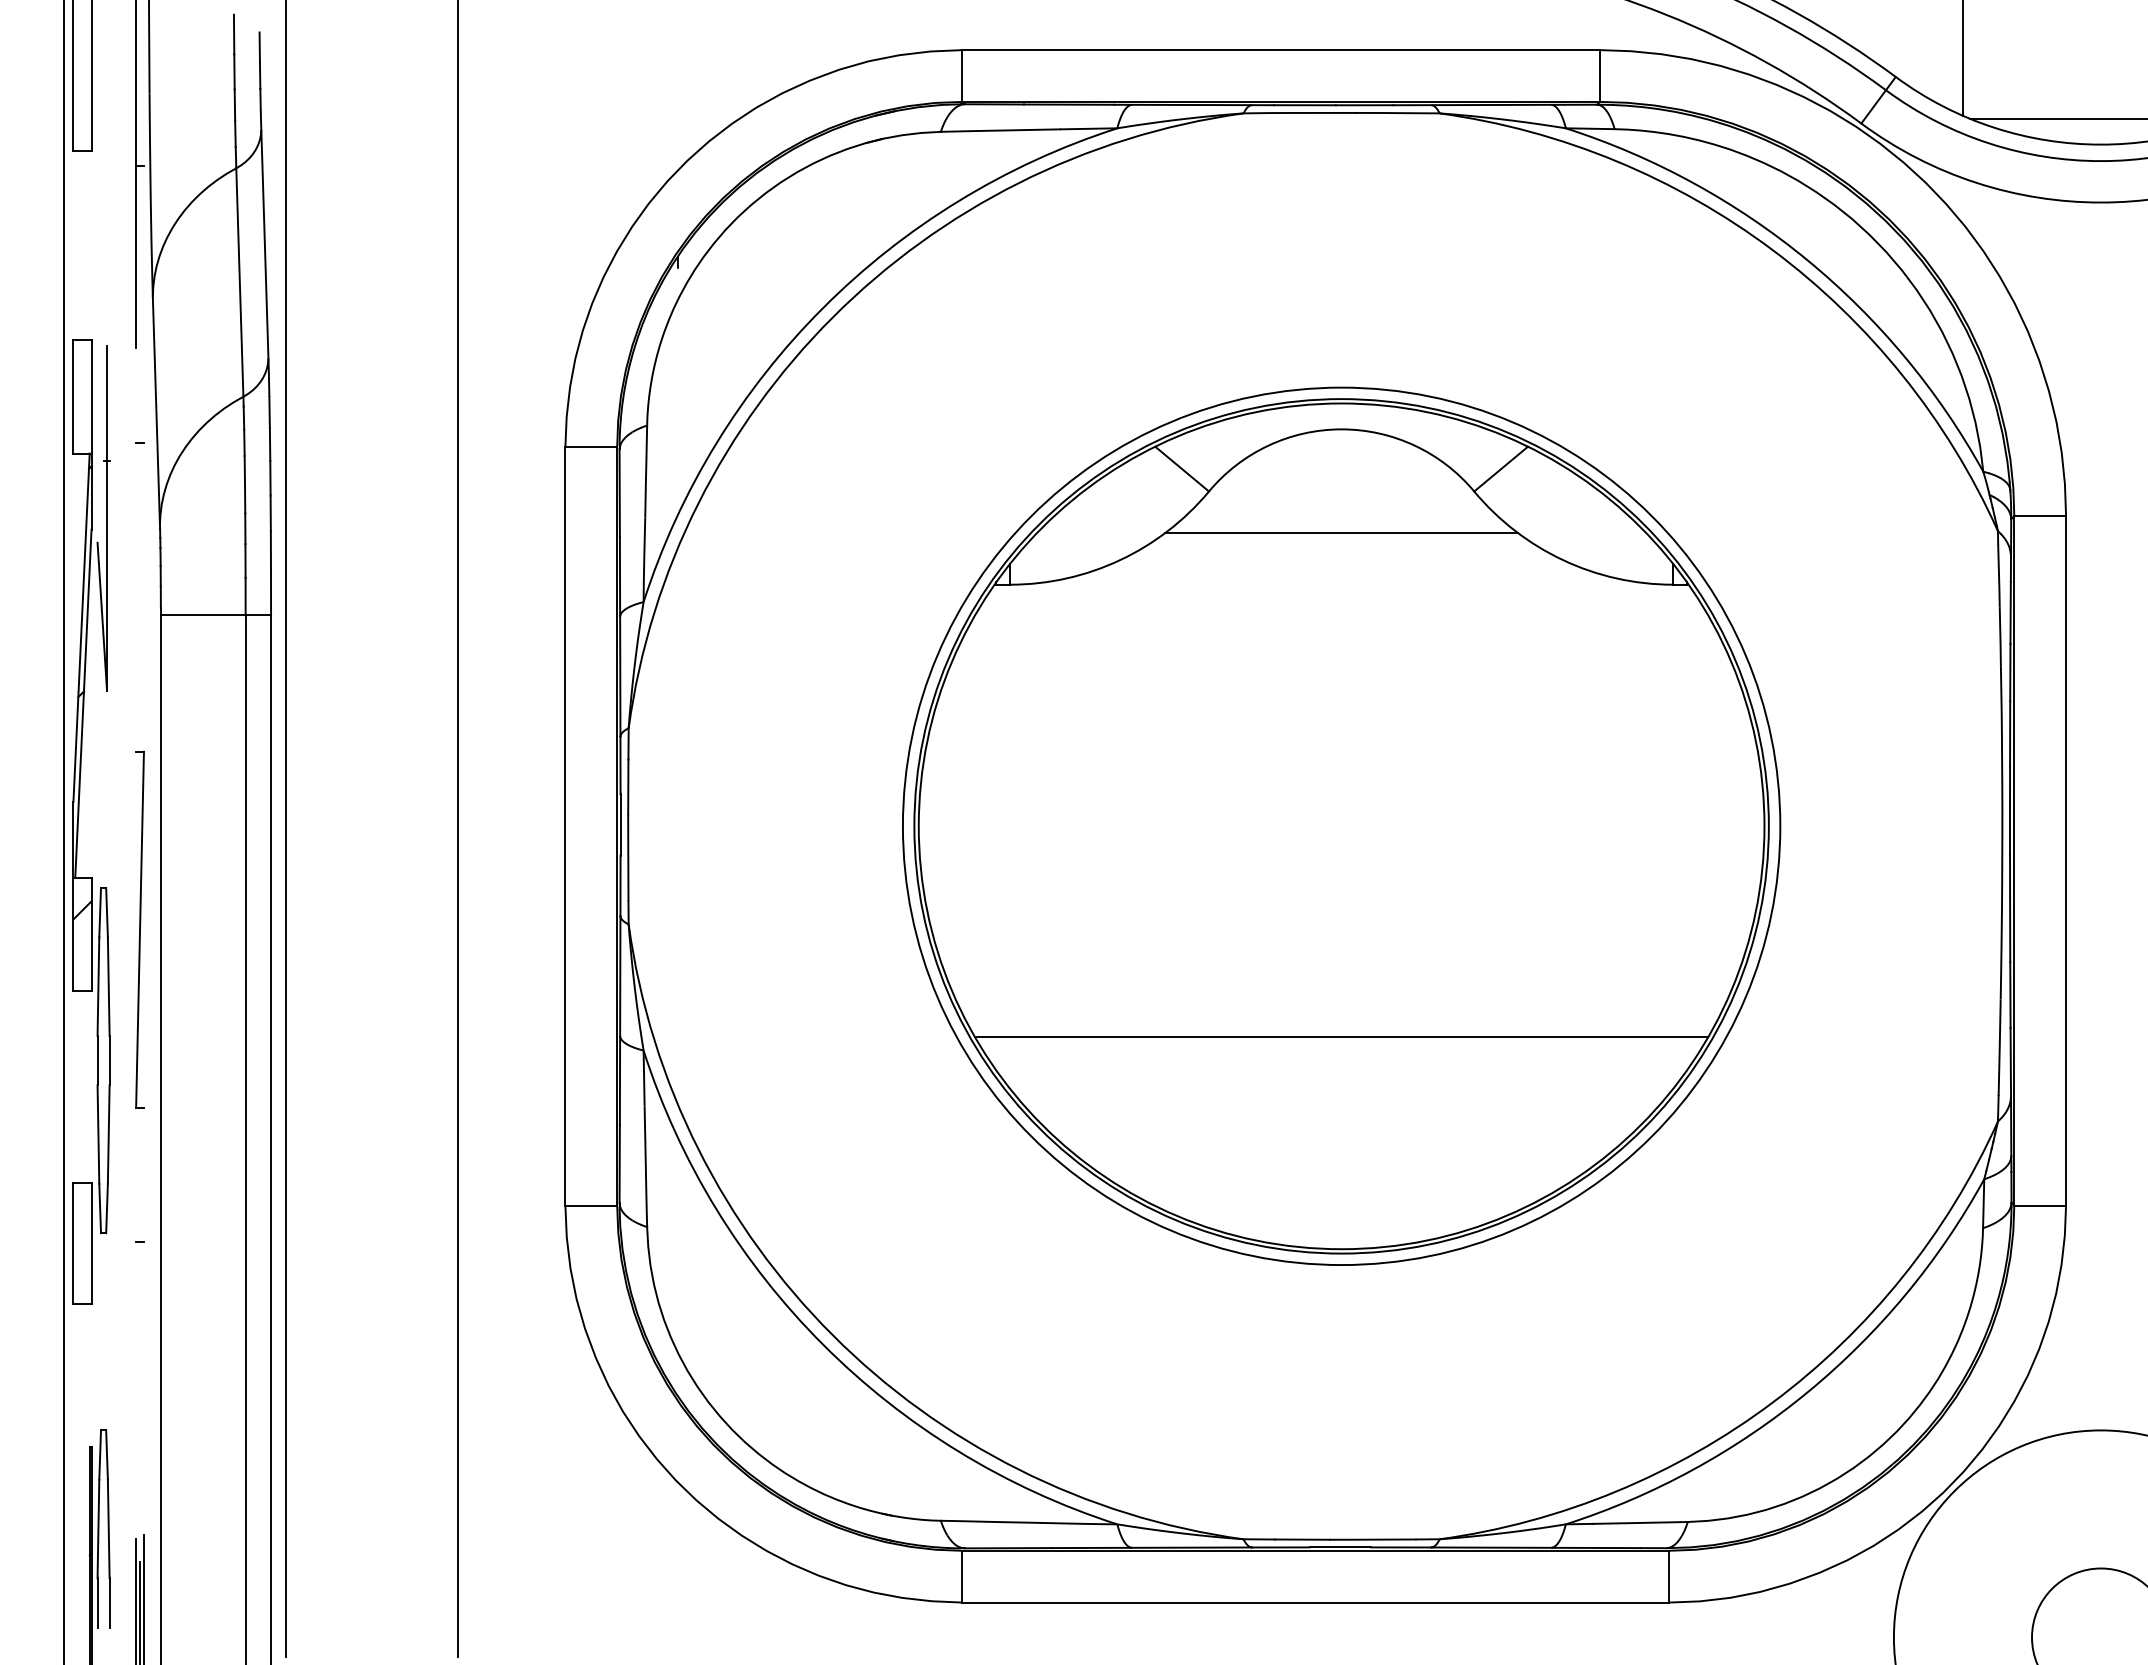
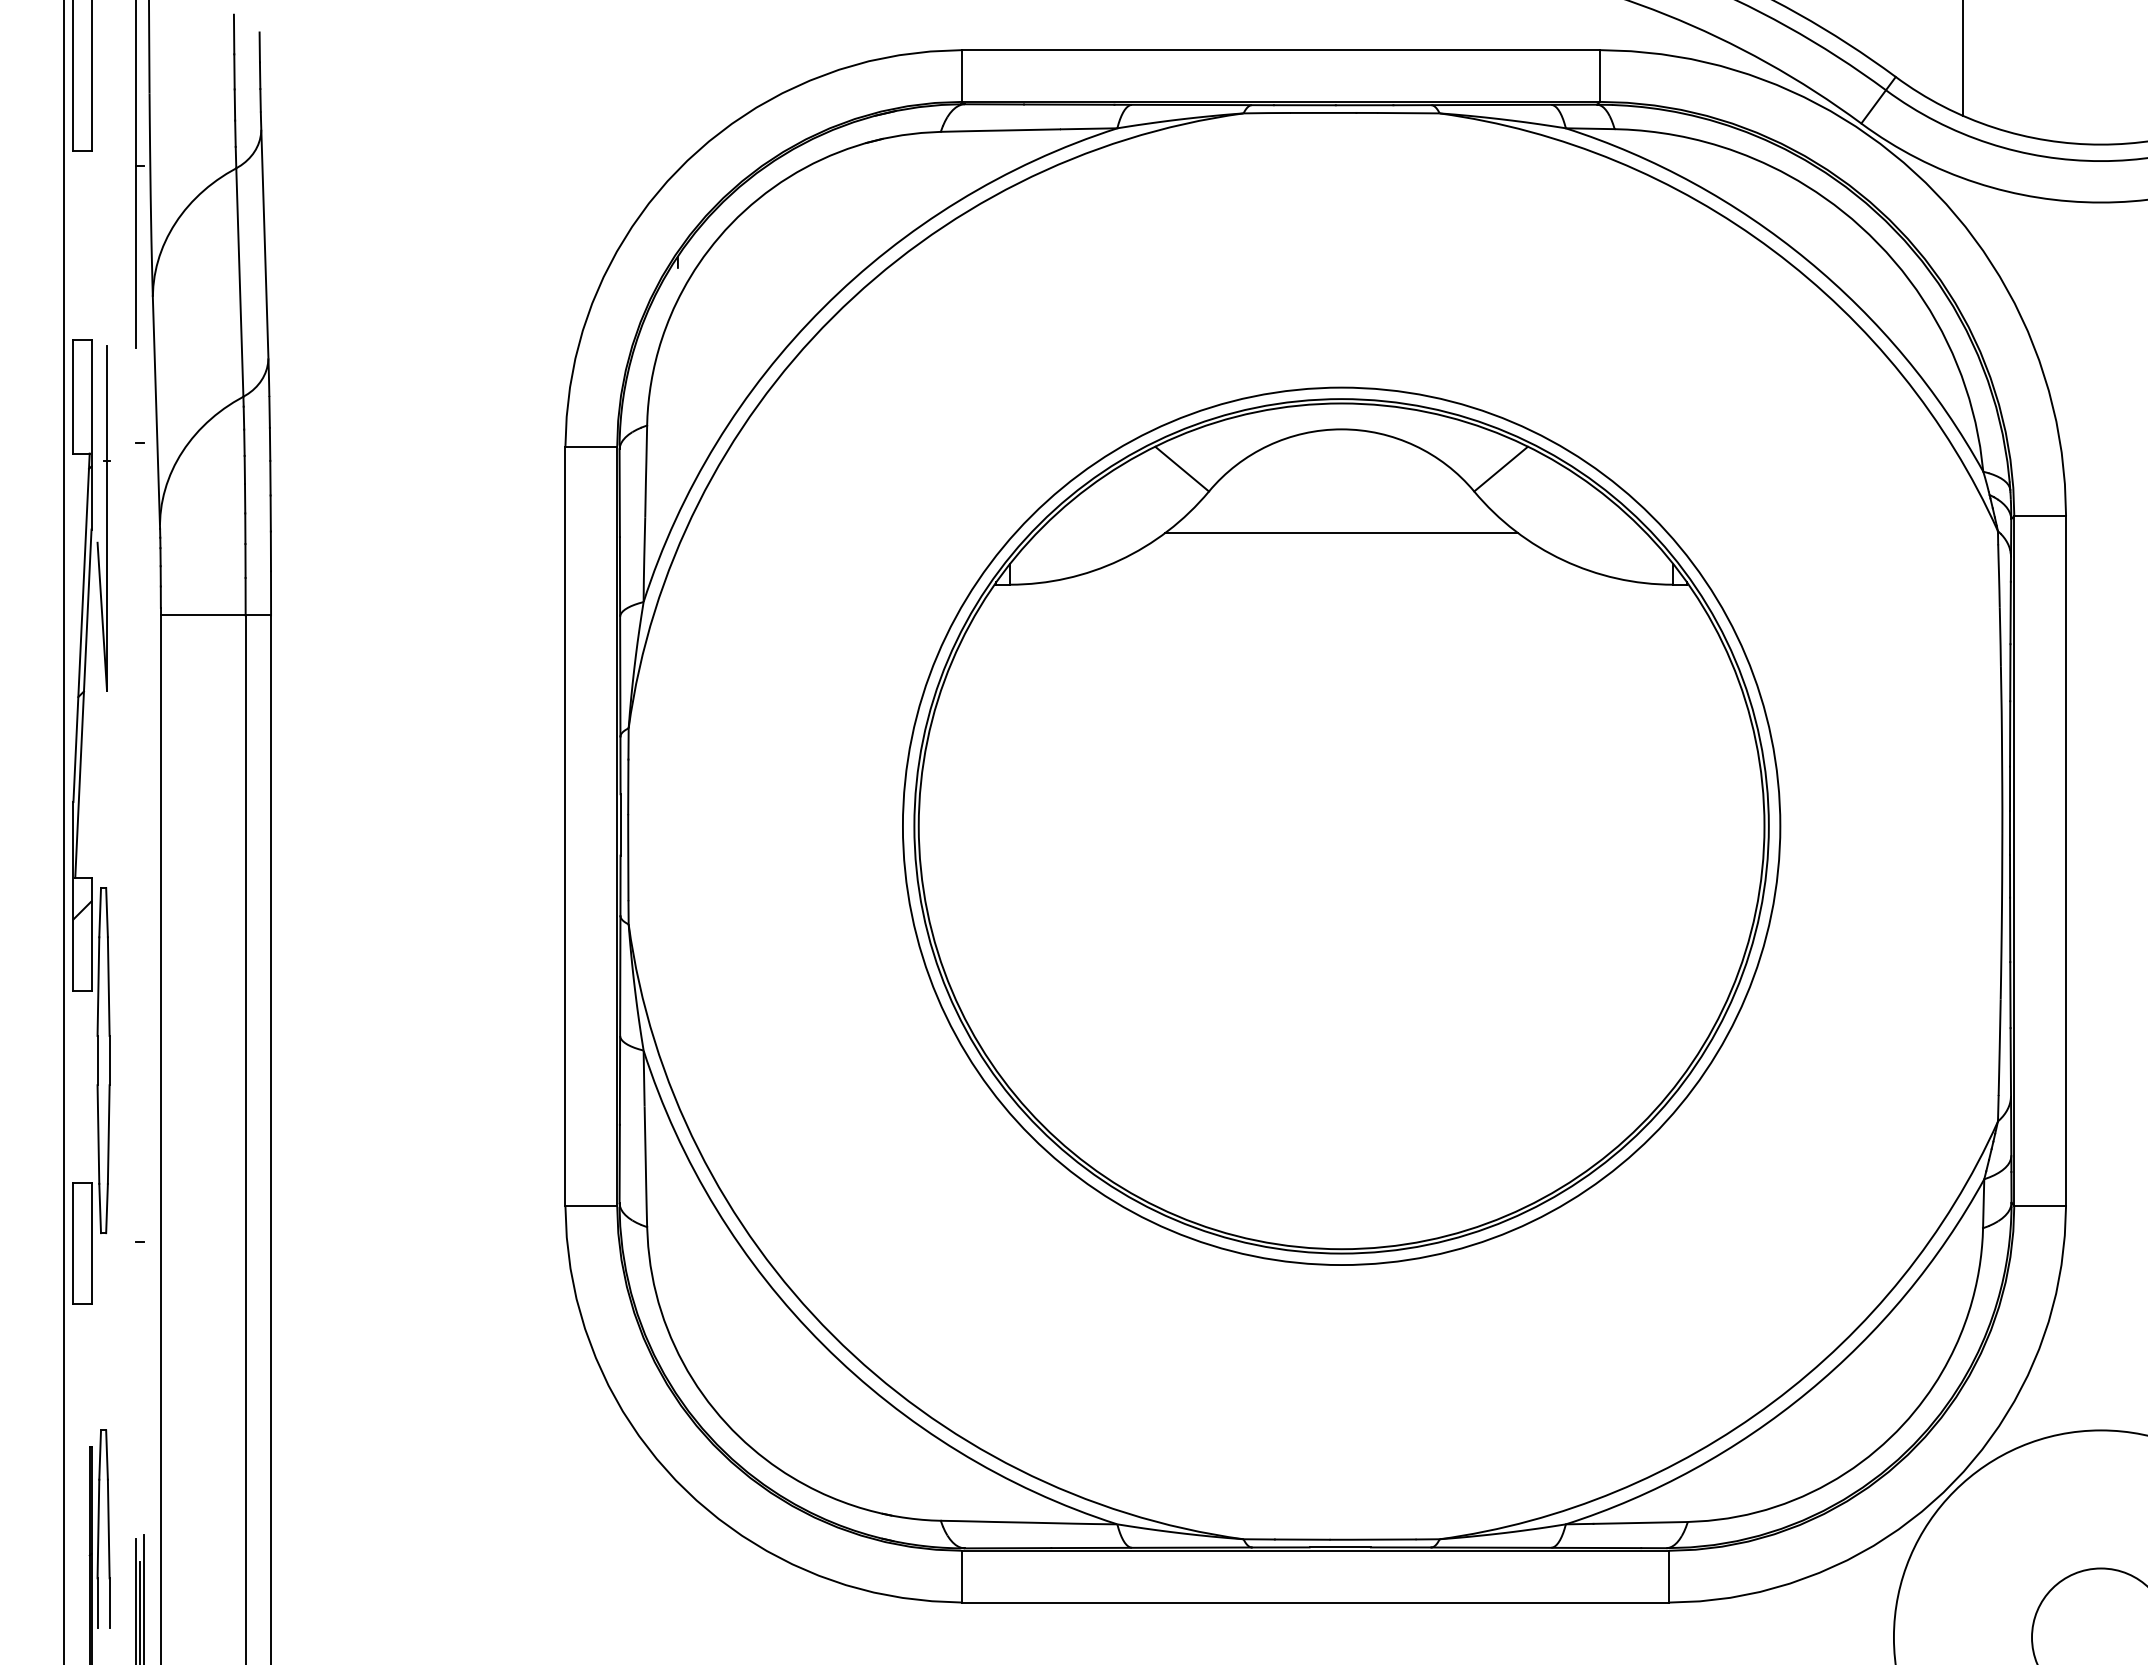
line at (2057, 118): present -> none
line at (285, 829): present -> none
line at (458, 829): present -> none
part at (139, 929): present -> none
line at (1341, 1037): present -> none
